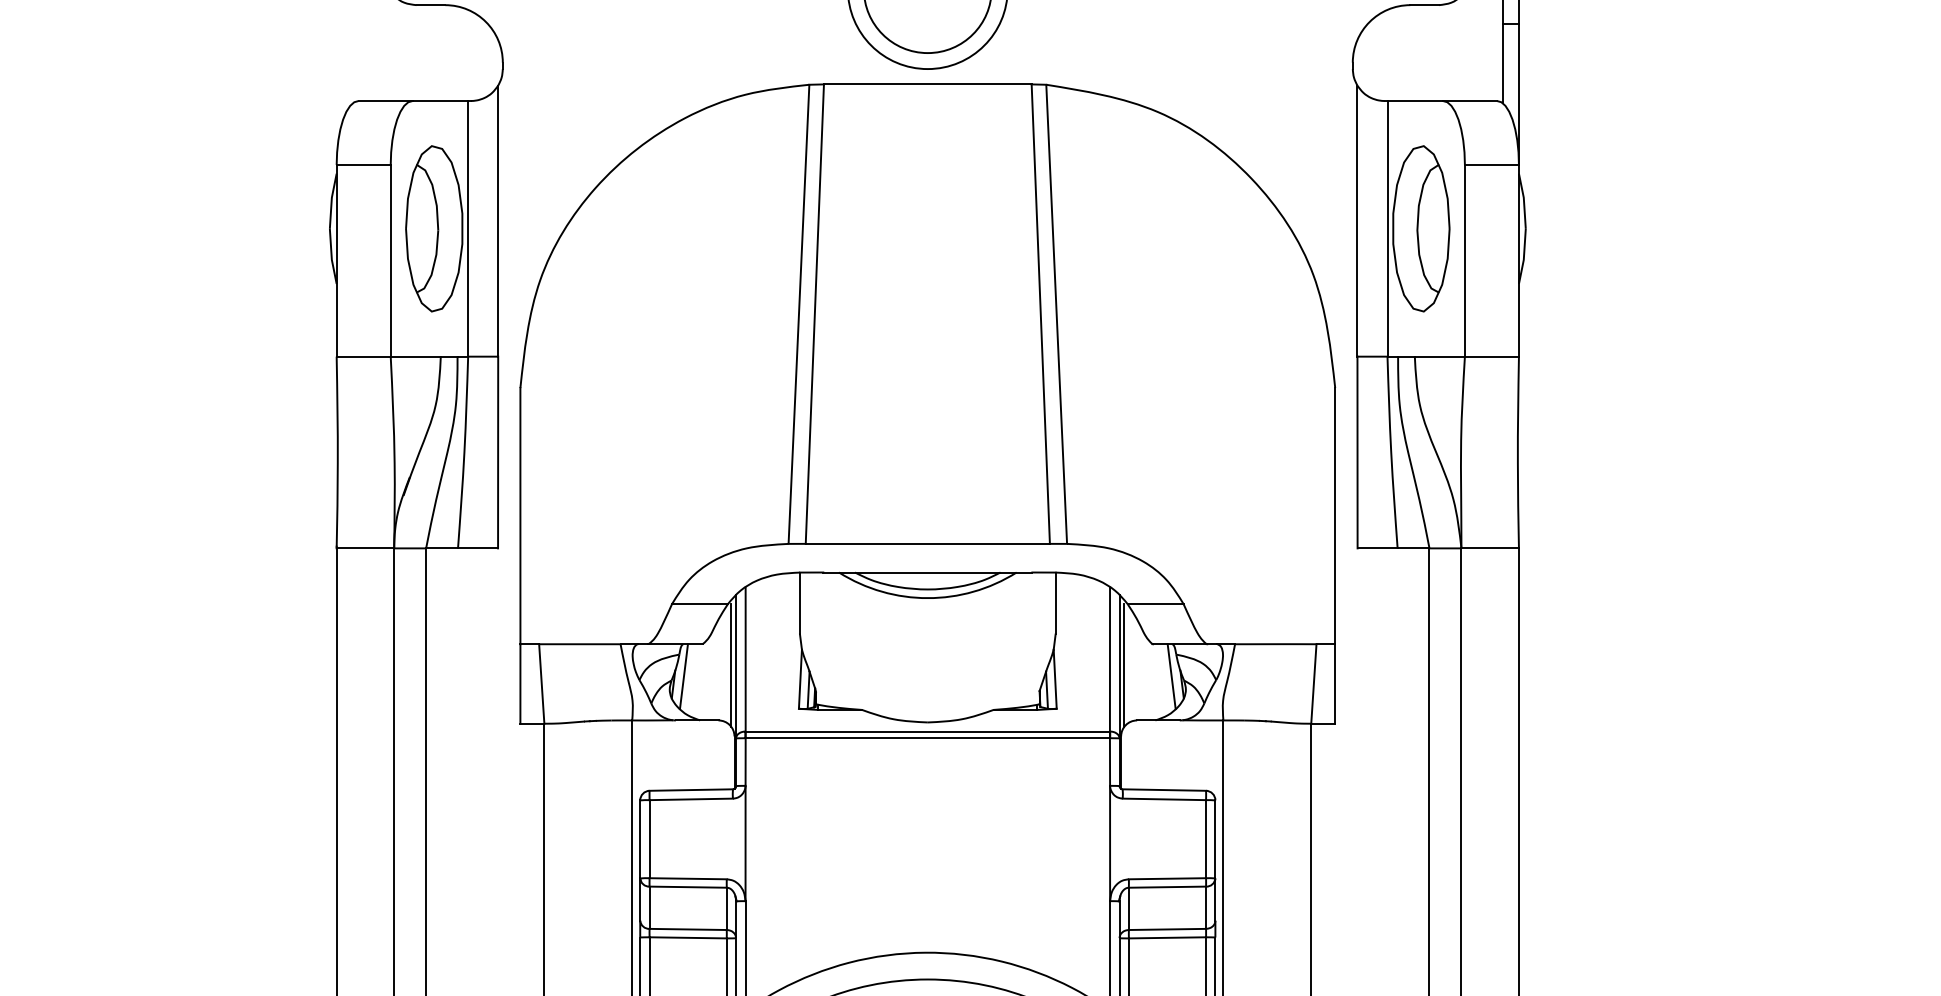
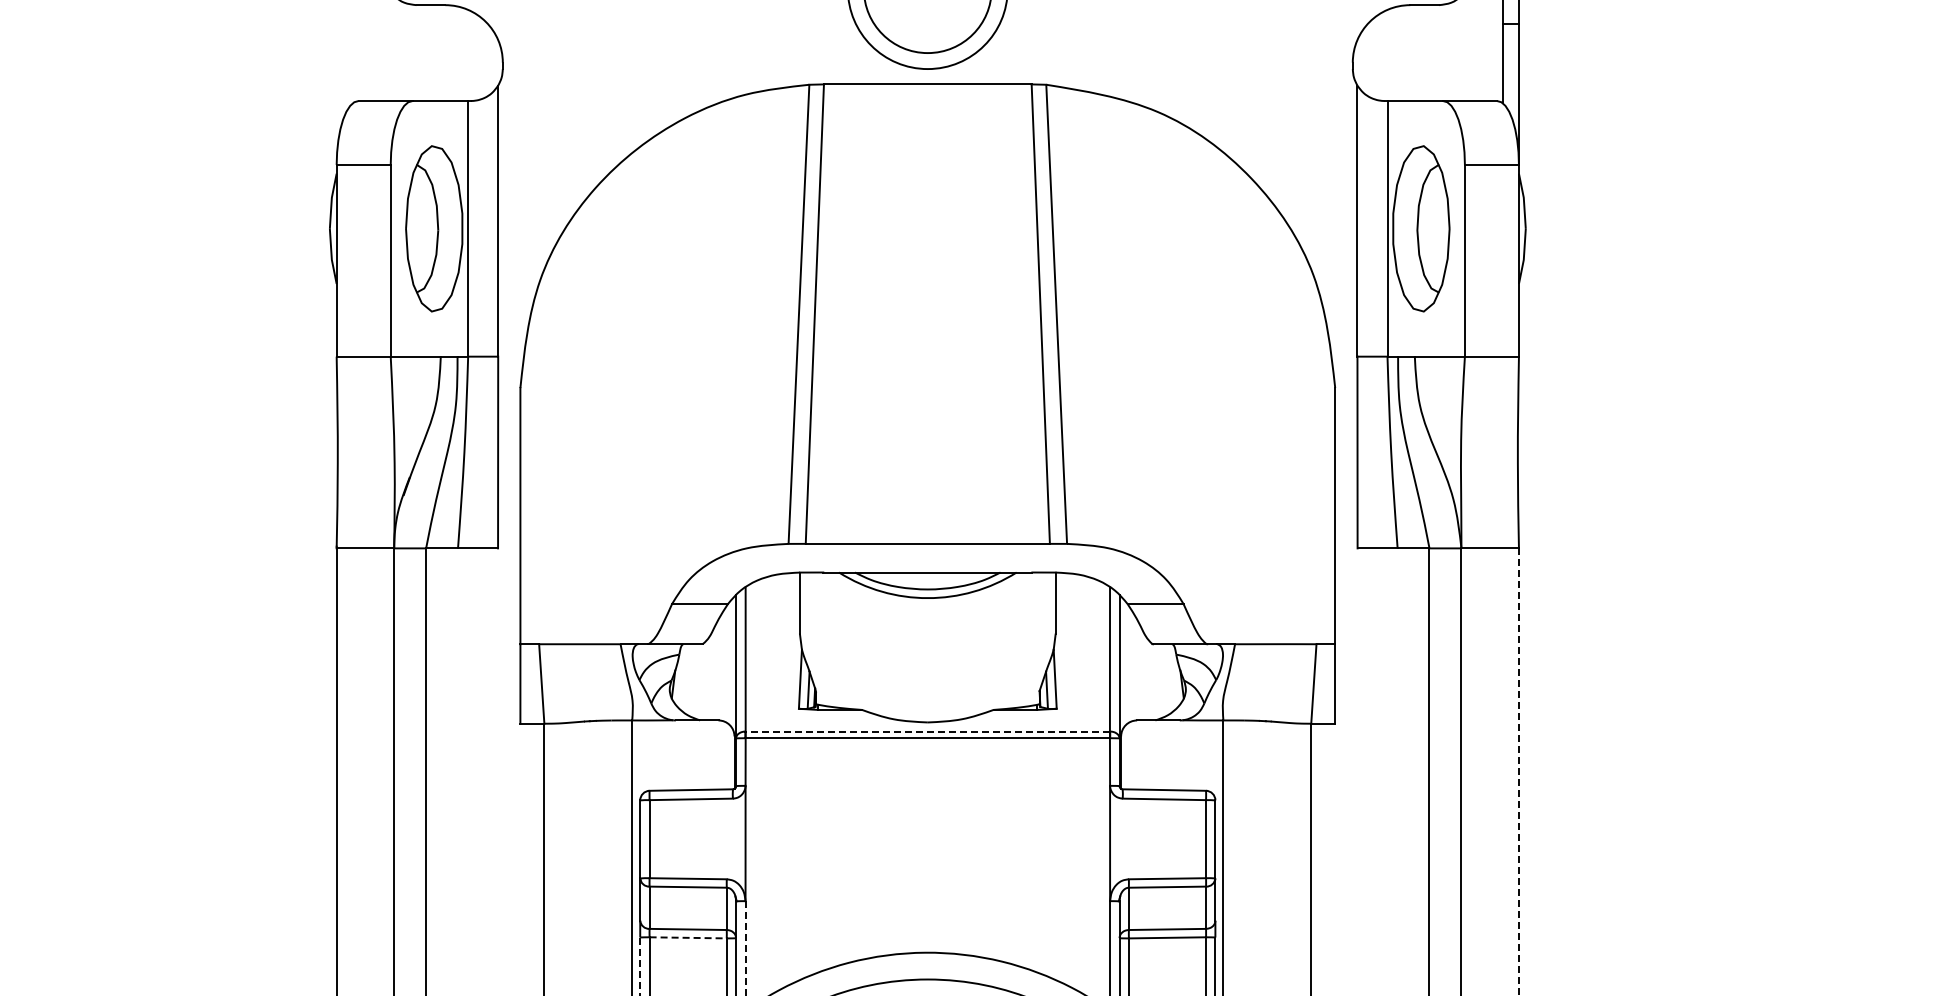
line at (731, 665): present -> none
line at (1124, 665): present -> none
line at (683, 676): present -> none
line at (1171, 676): present -> none
line at (927, 731): solid -> dashed
line at (1518, 772): solid -> dashed
line at (688, 937): solid -> dashed
line at (745, 948): solid -> dashed
line at (640, 966): solid -> dashed
